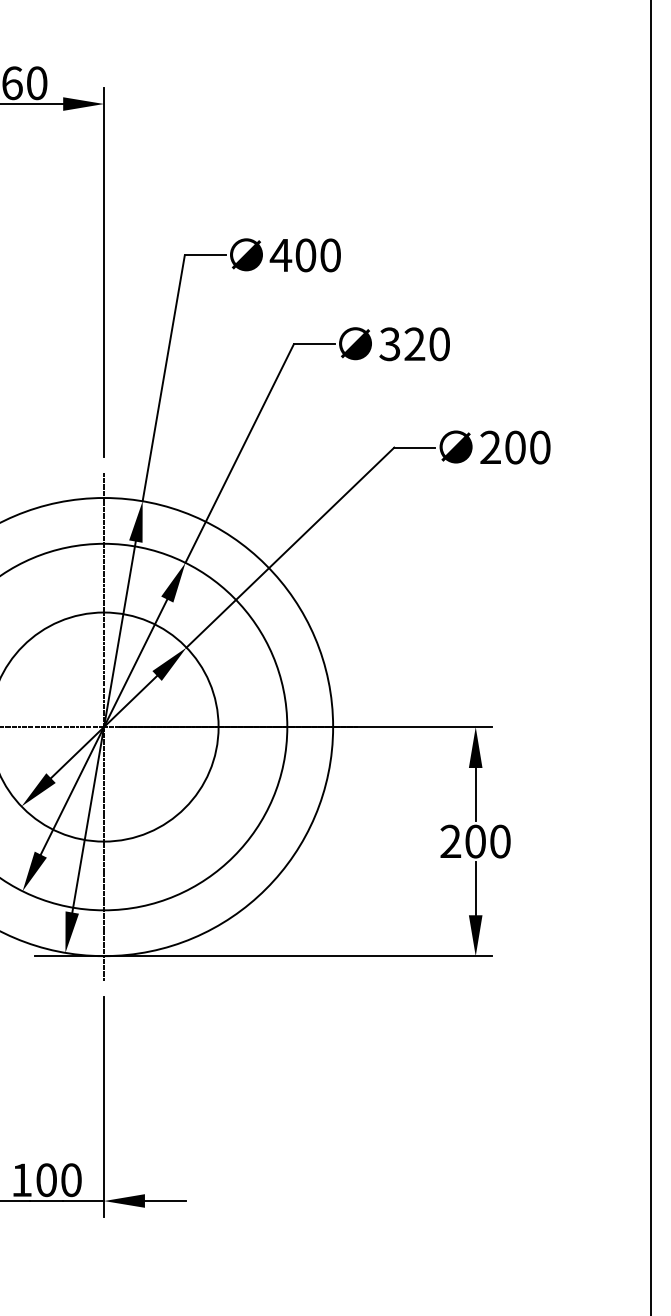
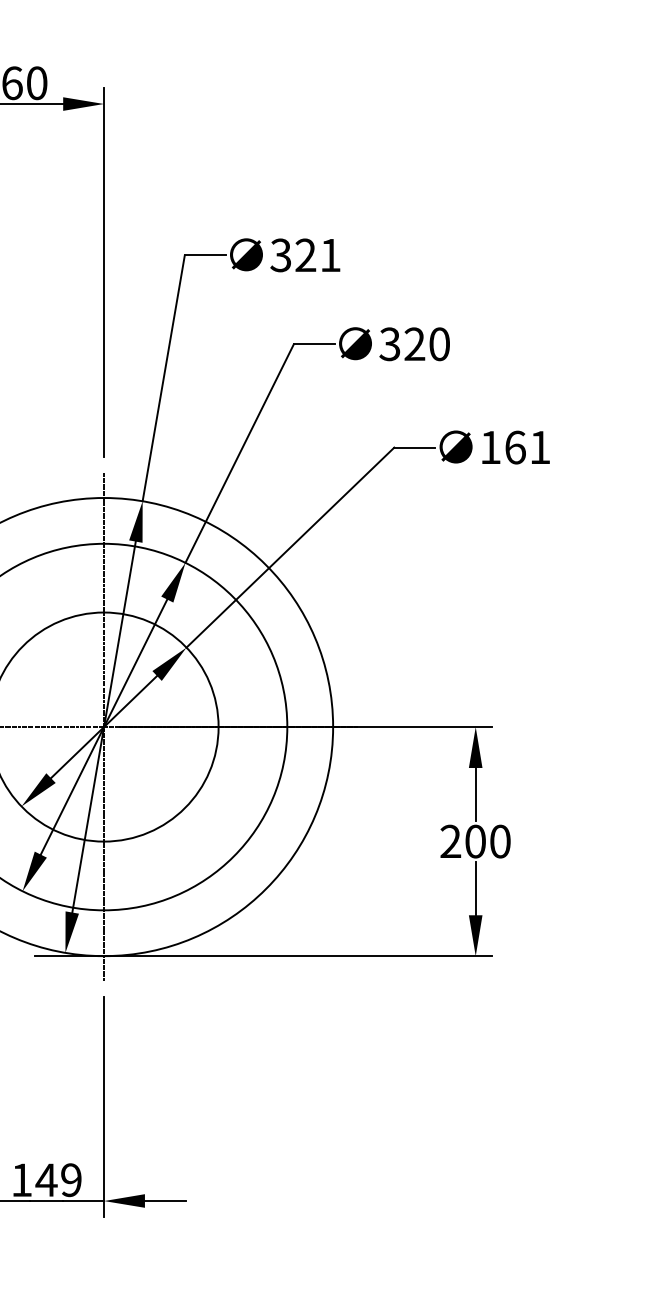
text at (304, 255): 400 -> 321
text at (515, 447): 200 -> 161
line at (650, 657): present -> none
text at (58, 1180): 100 -> 149
